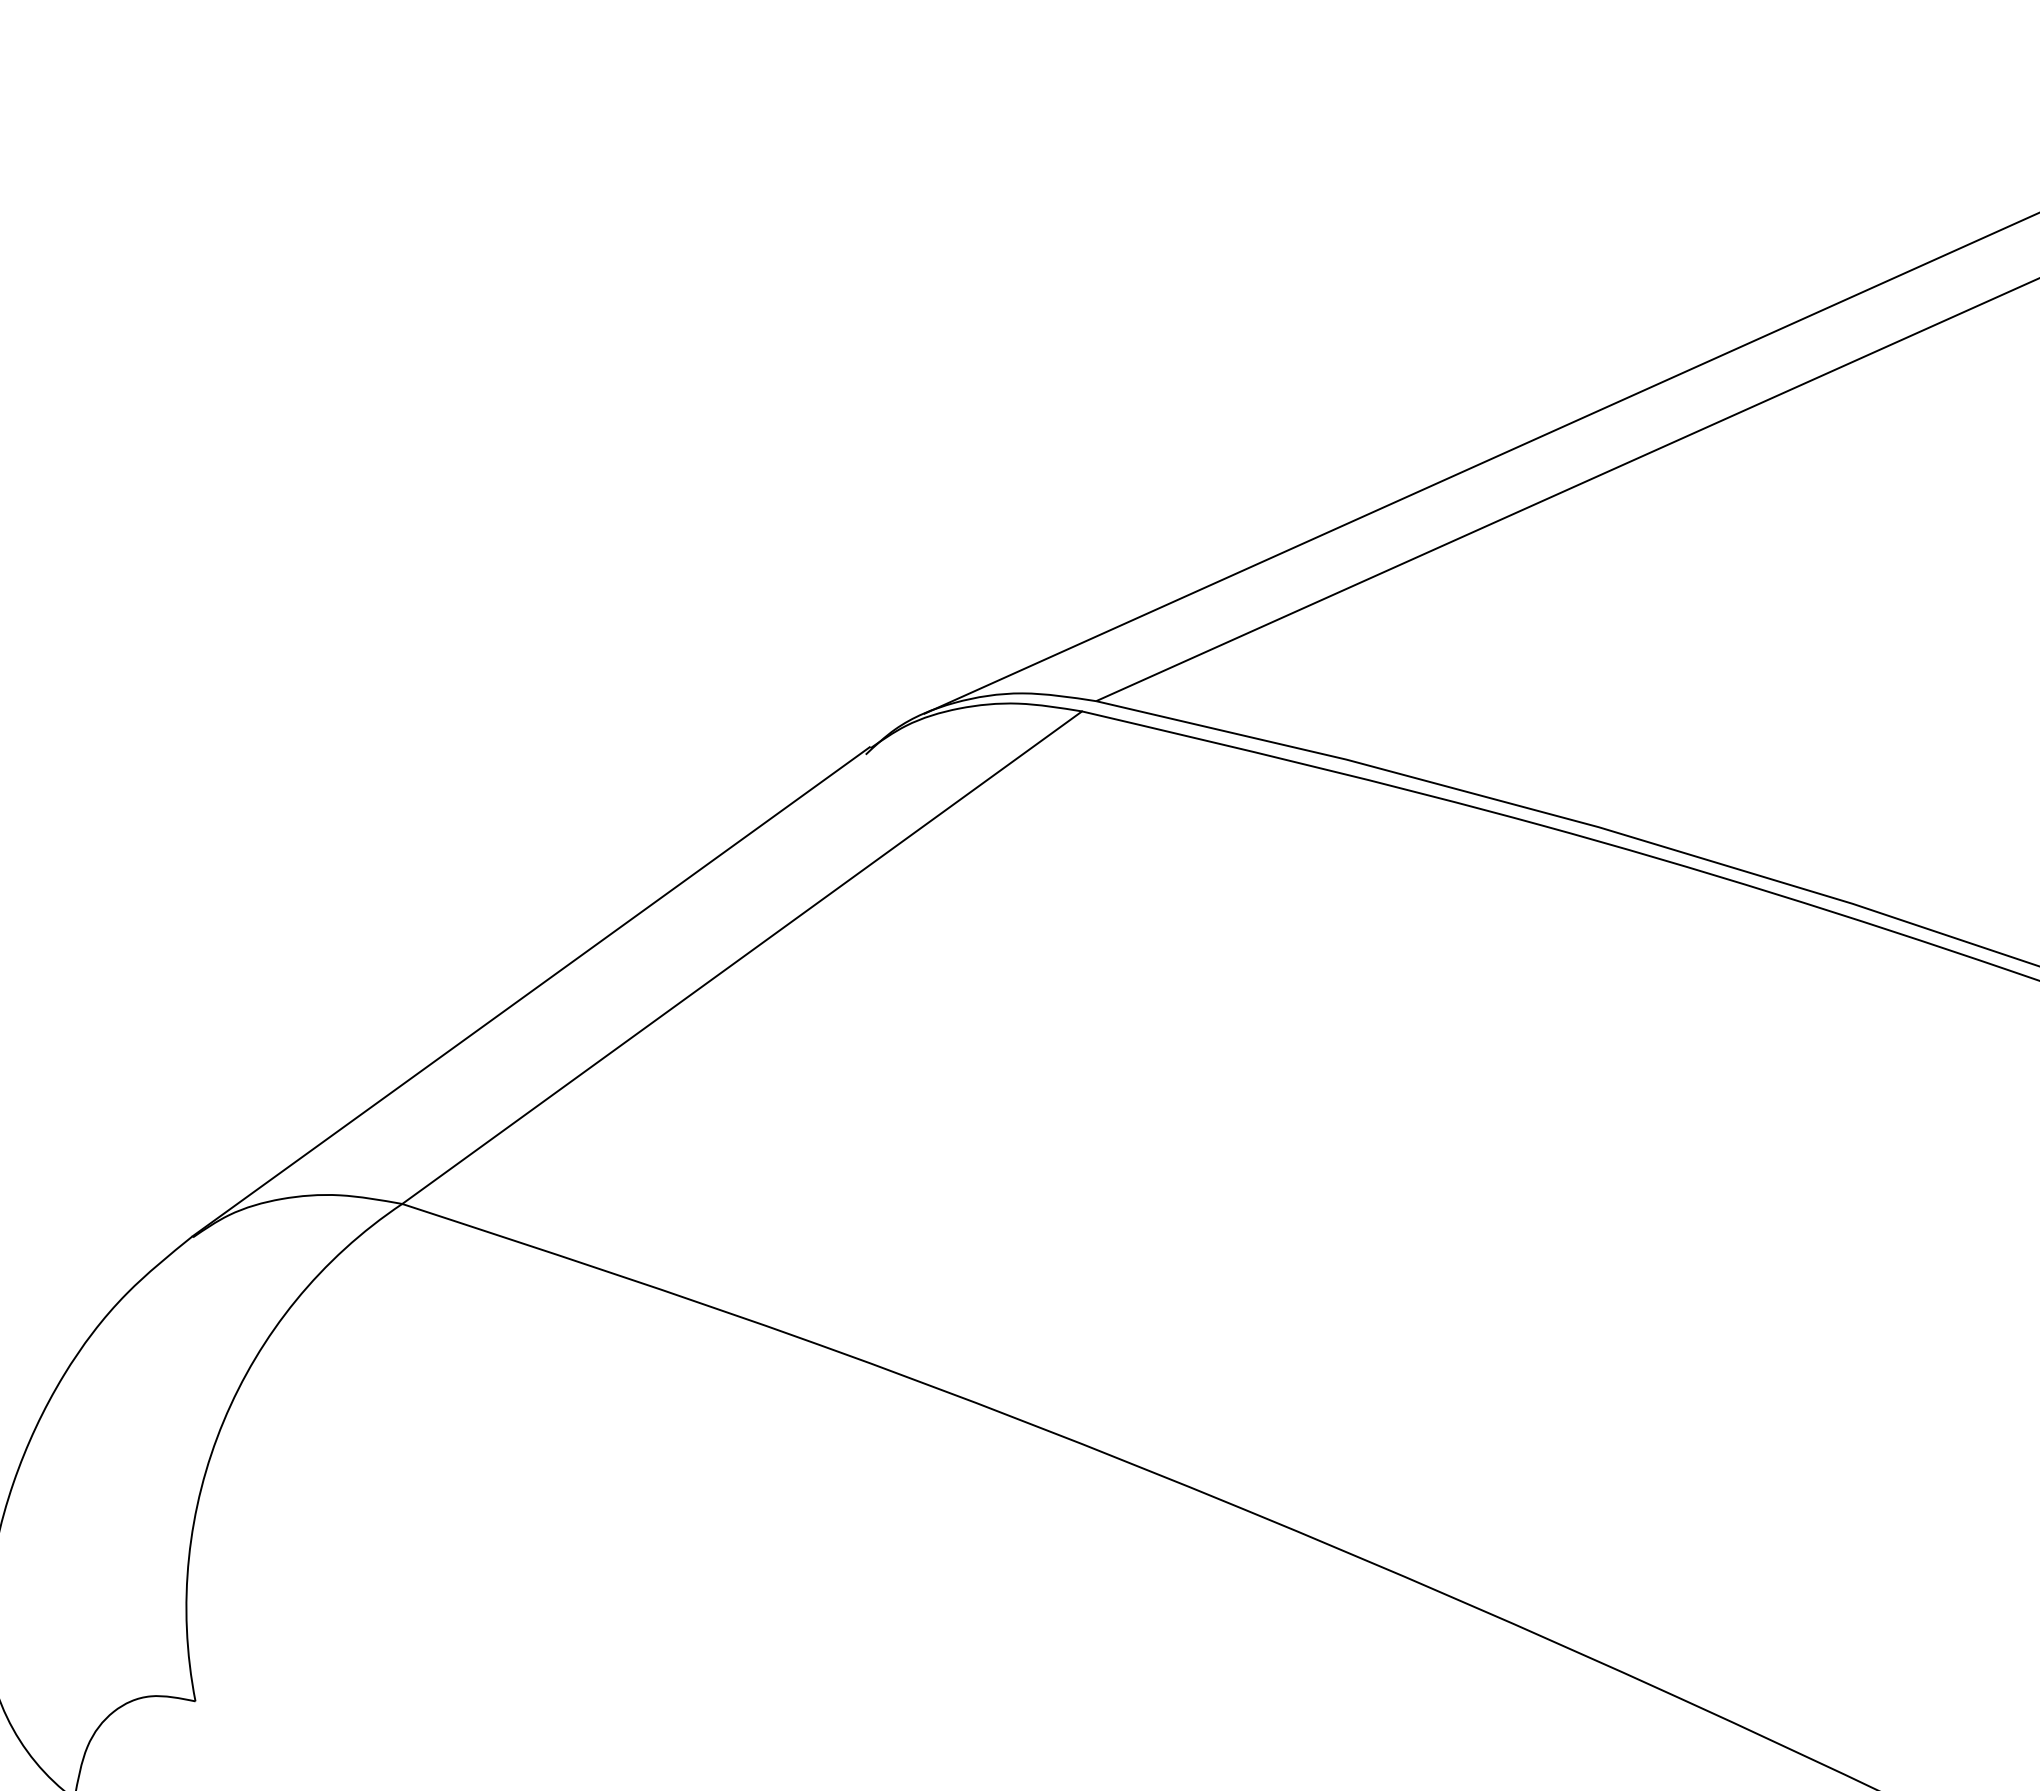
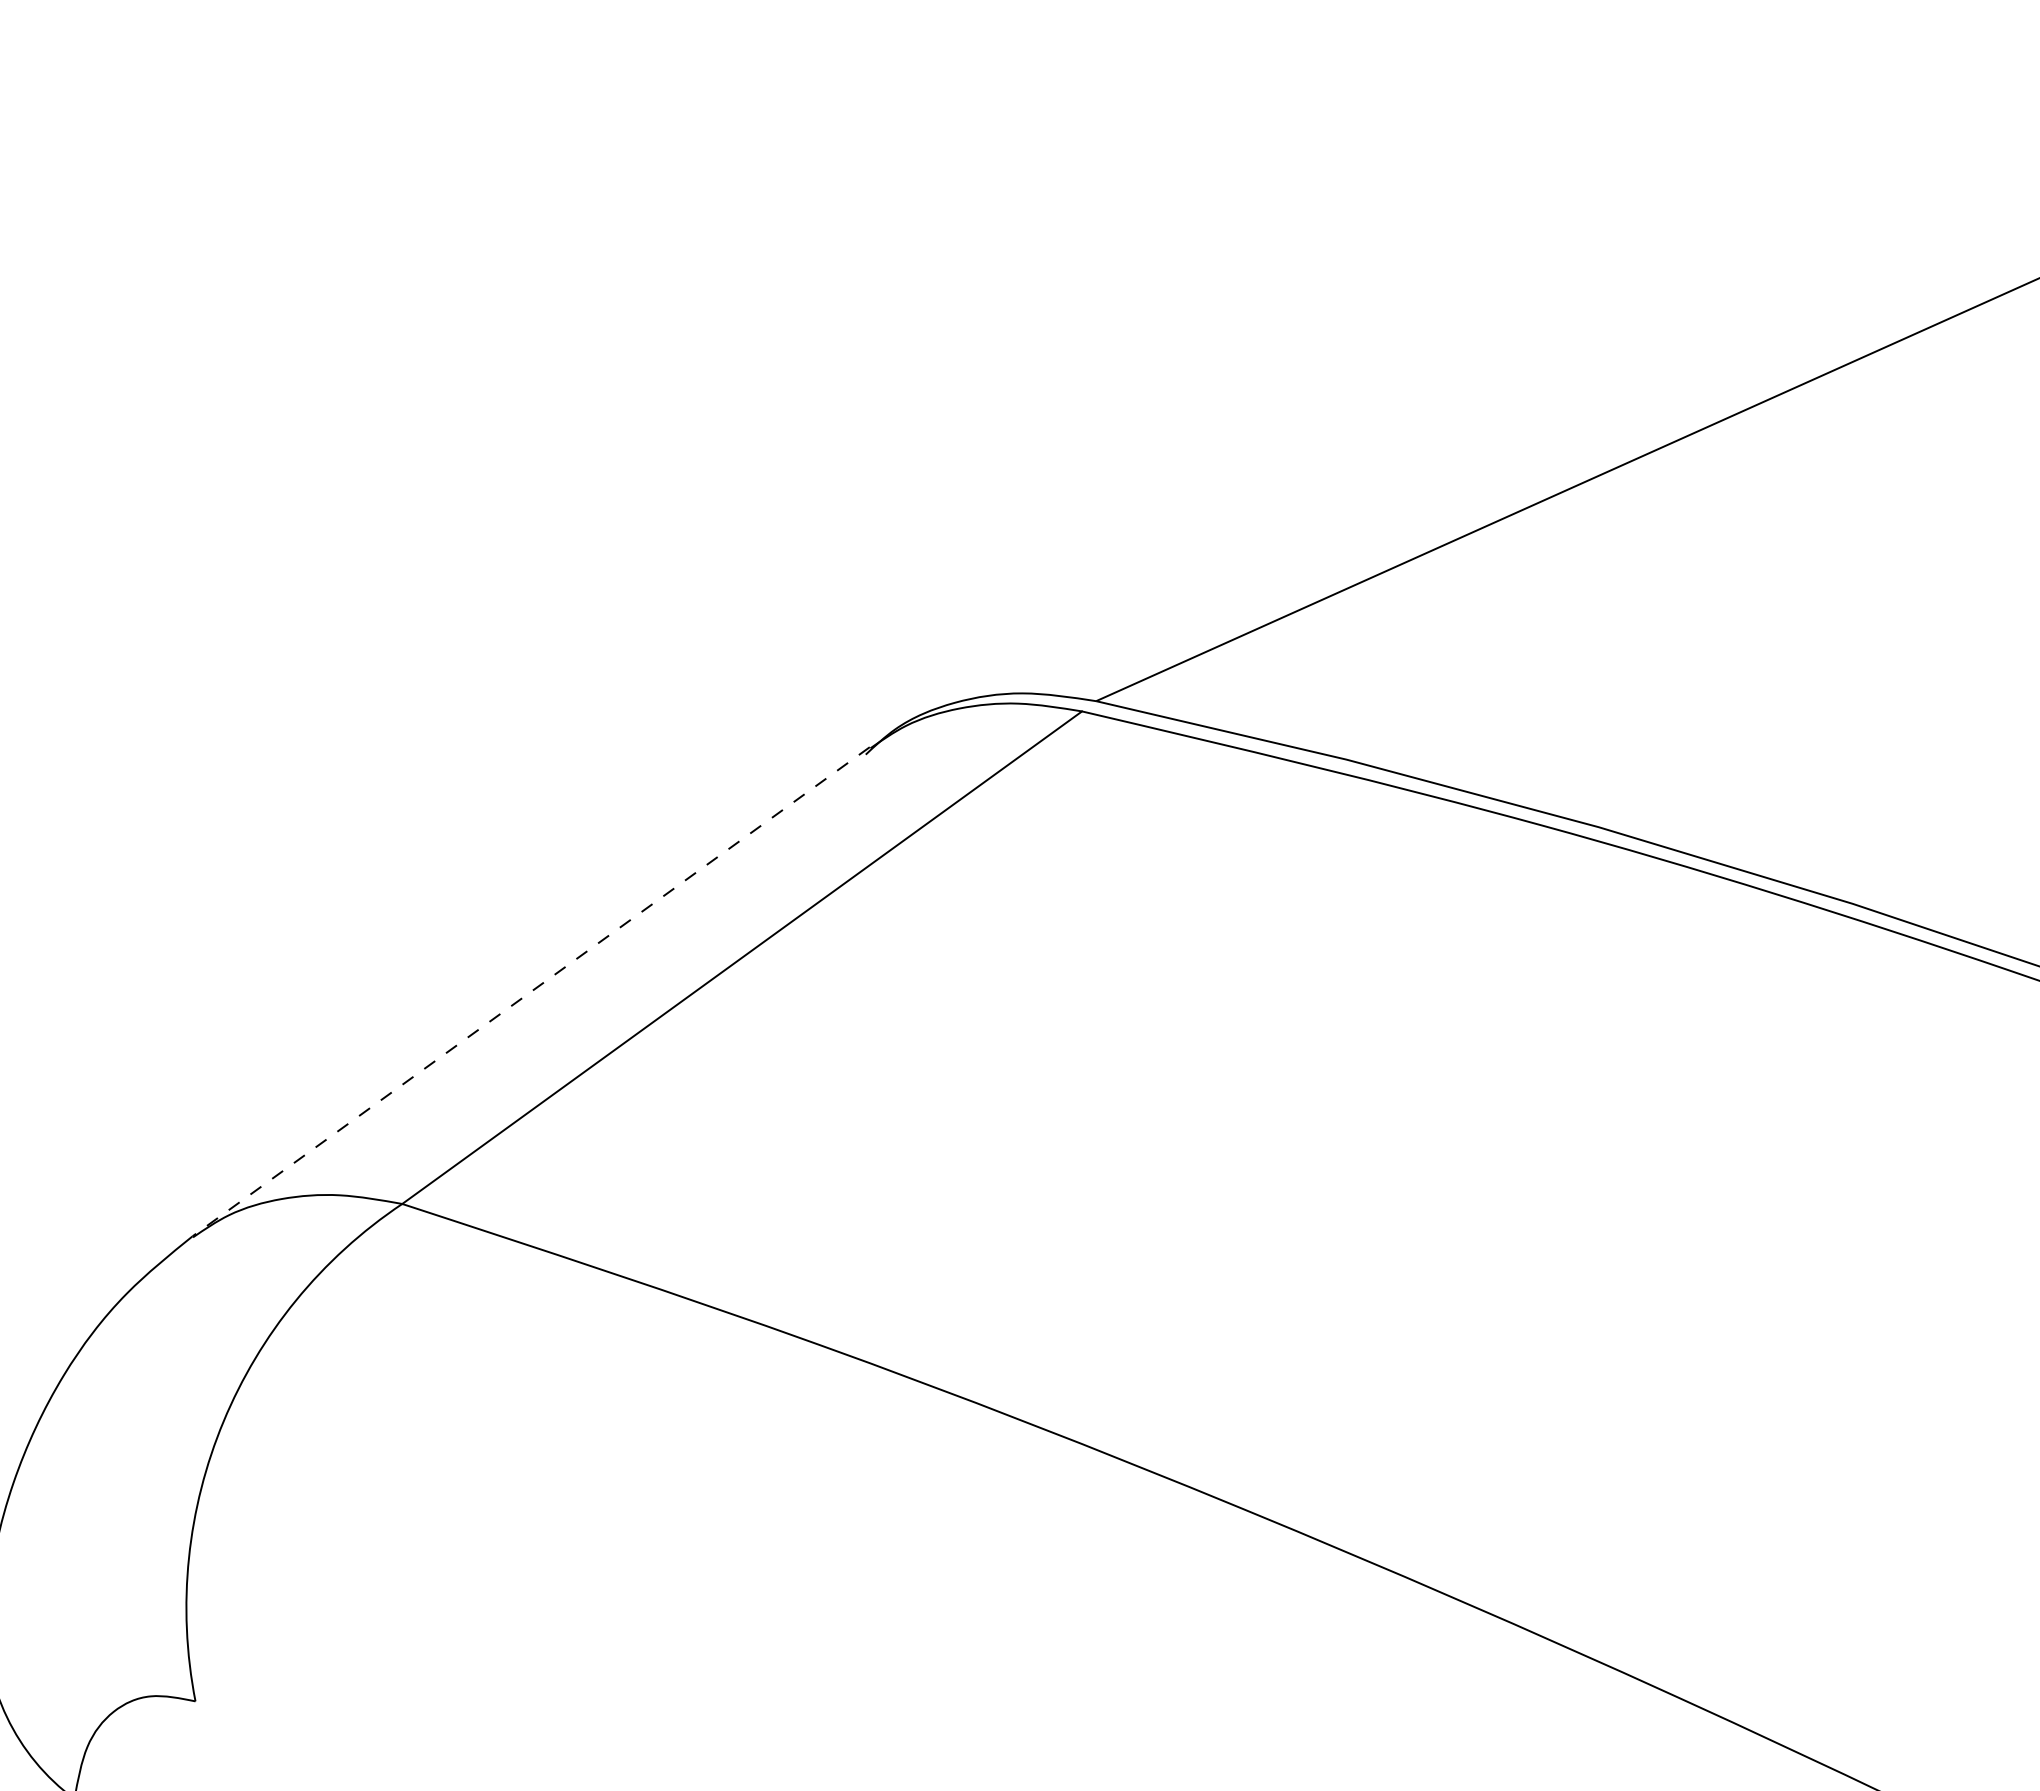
line at (1480, 463): present -> none
line at (531, 991): solid -> dashed
